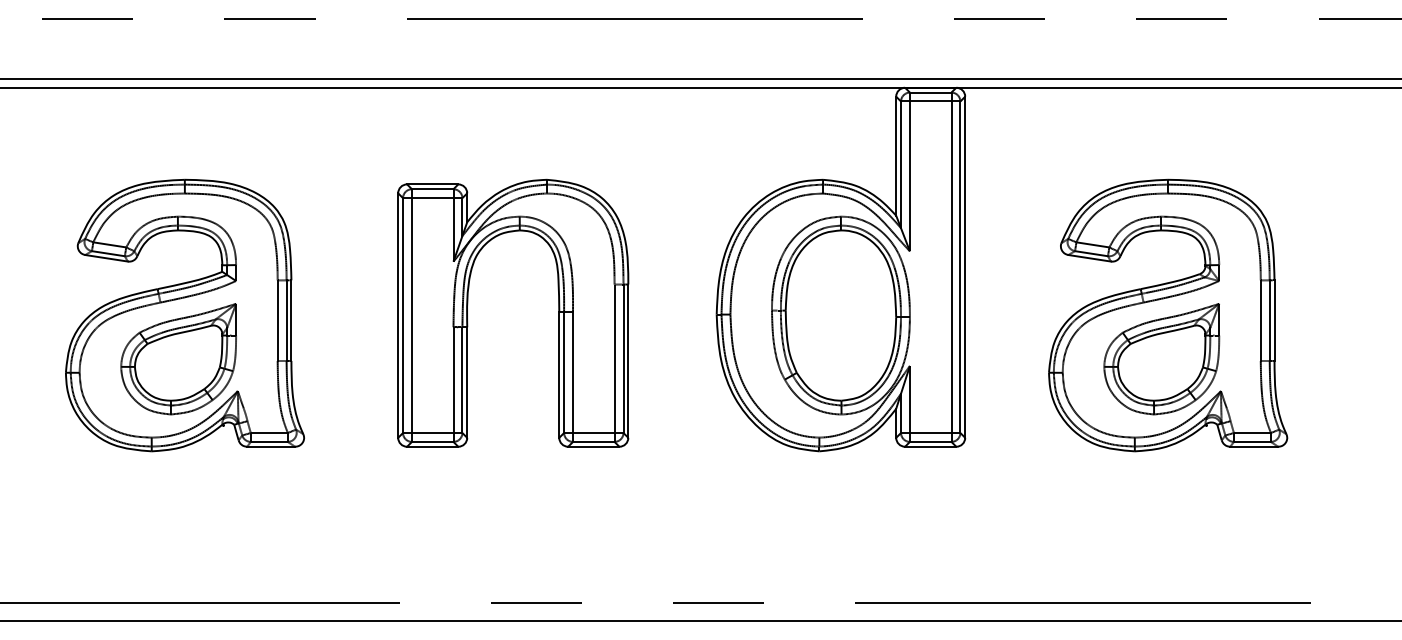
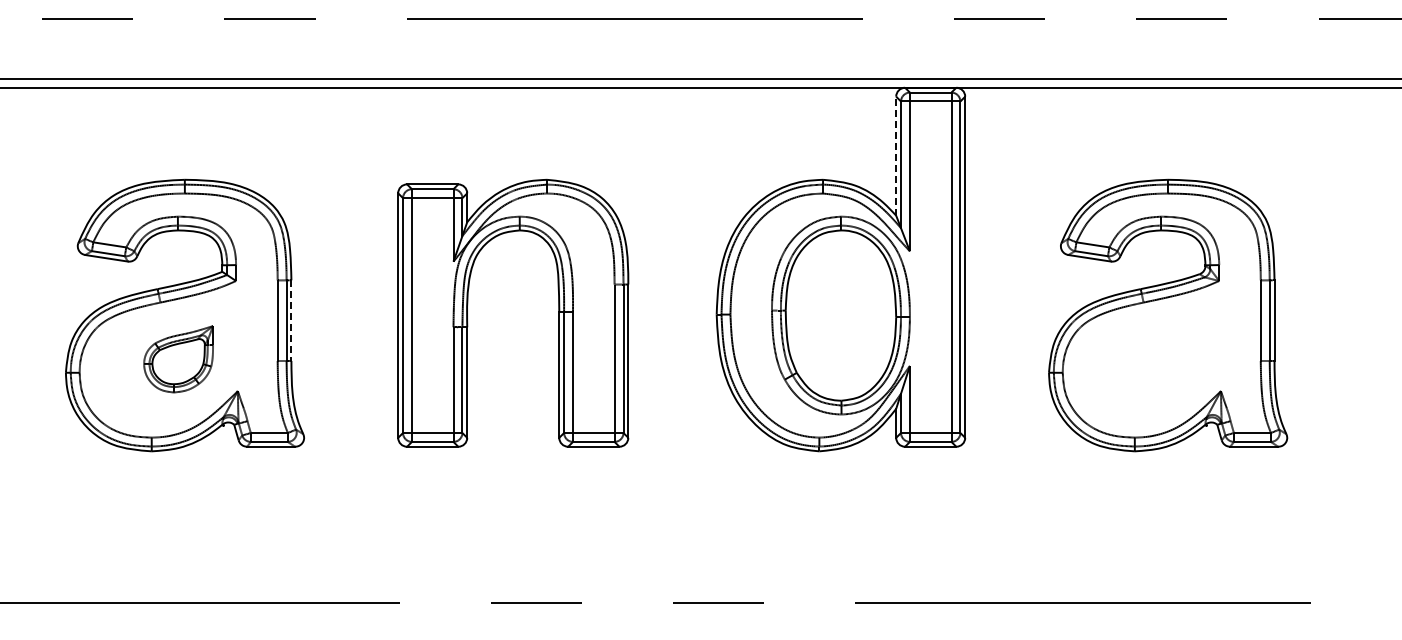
line at (896, 156): solid -> dashed
line at (291, 321): solid -> dashed
part at (178, 359) size: 117x113 px -> 71x69 px
part at (1161, 359): present -> none
line at (700, 620): present -> none
